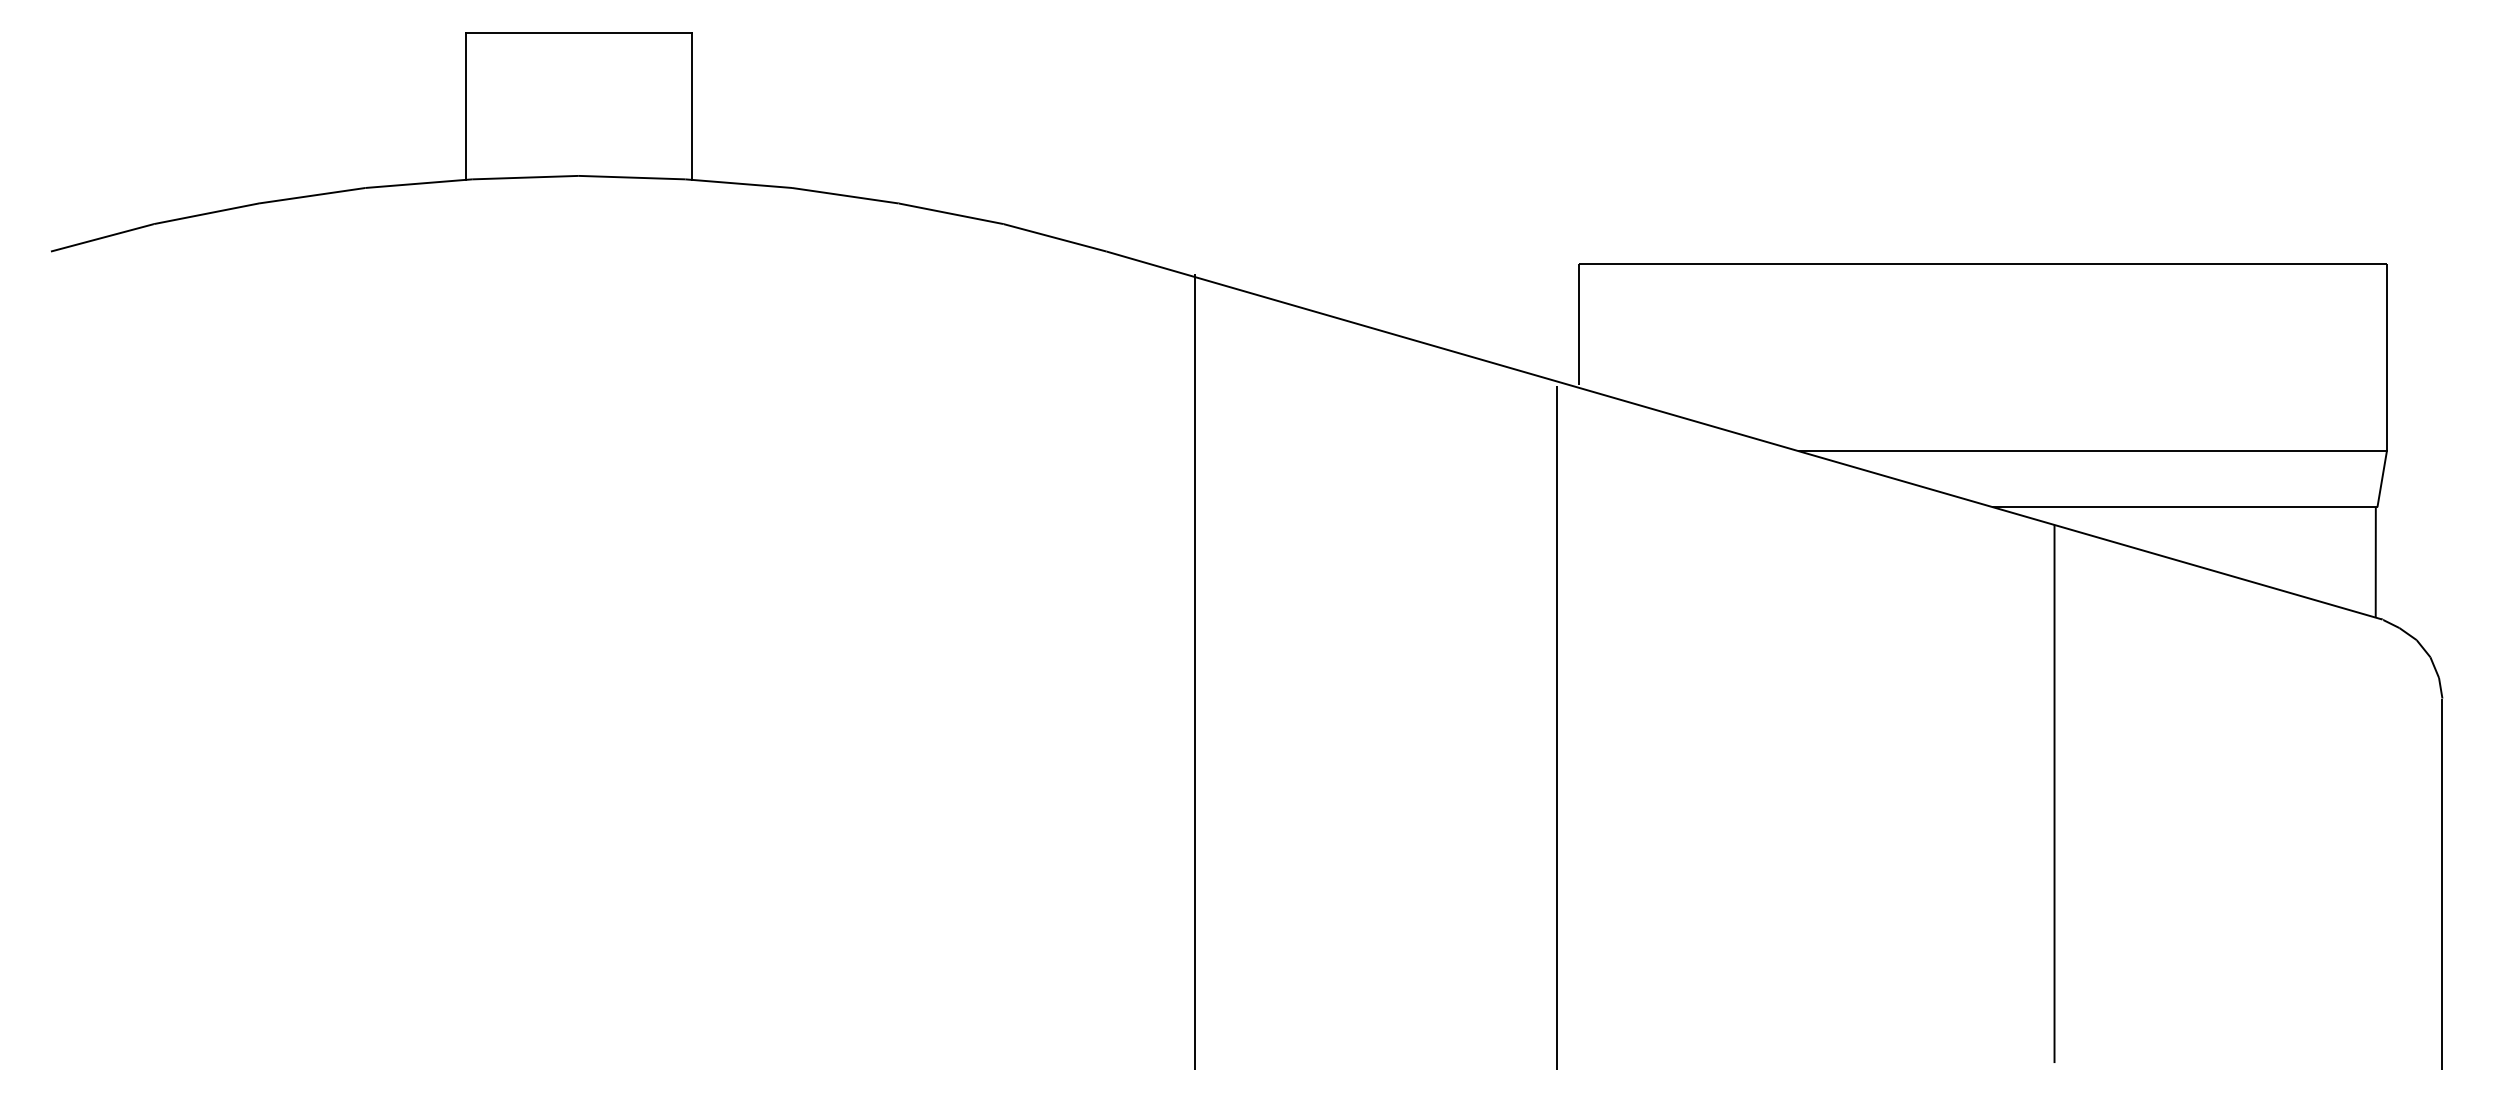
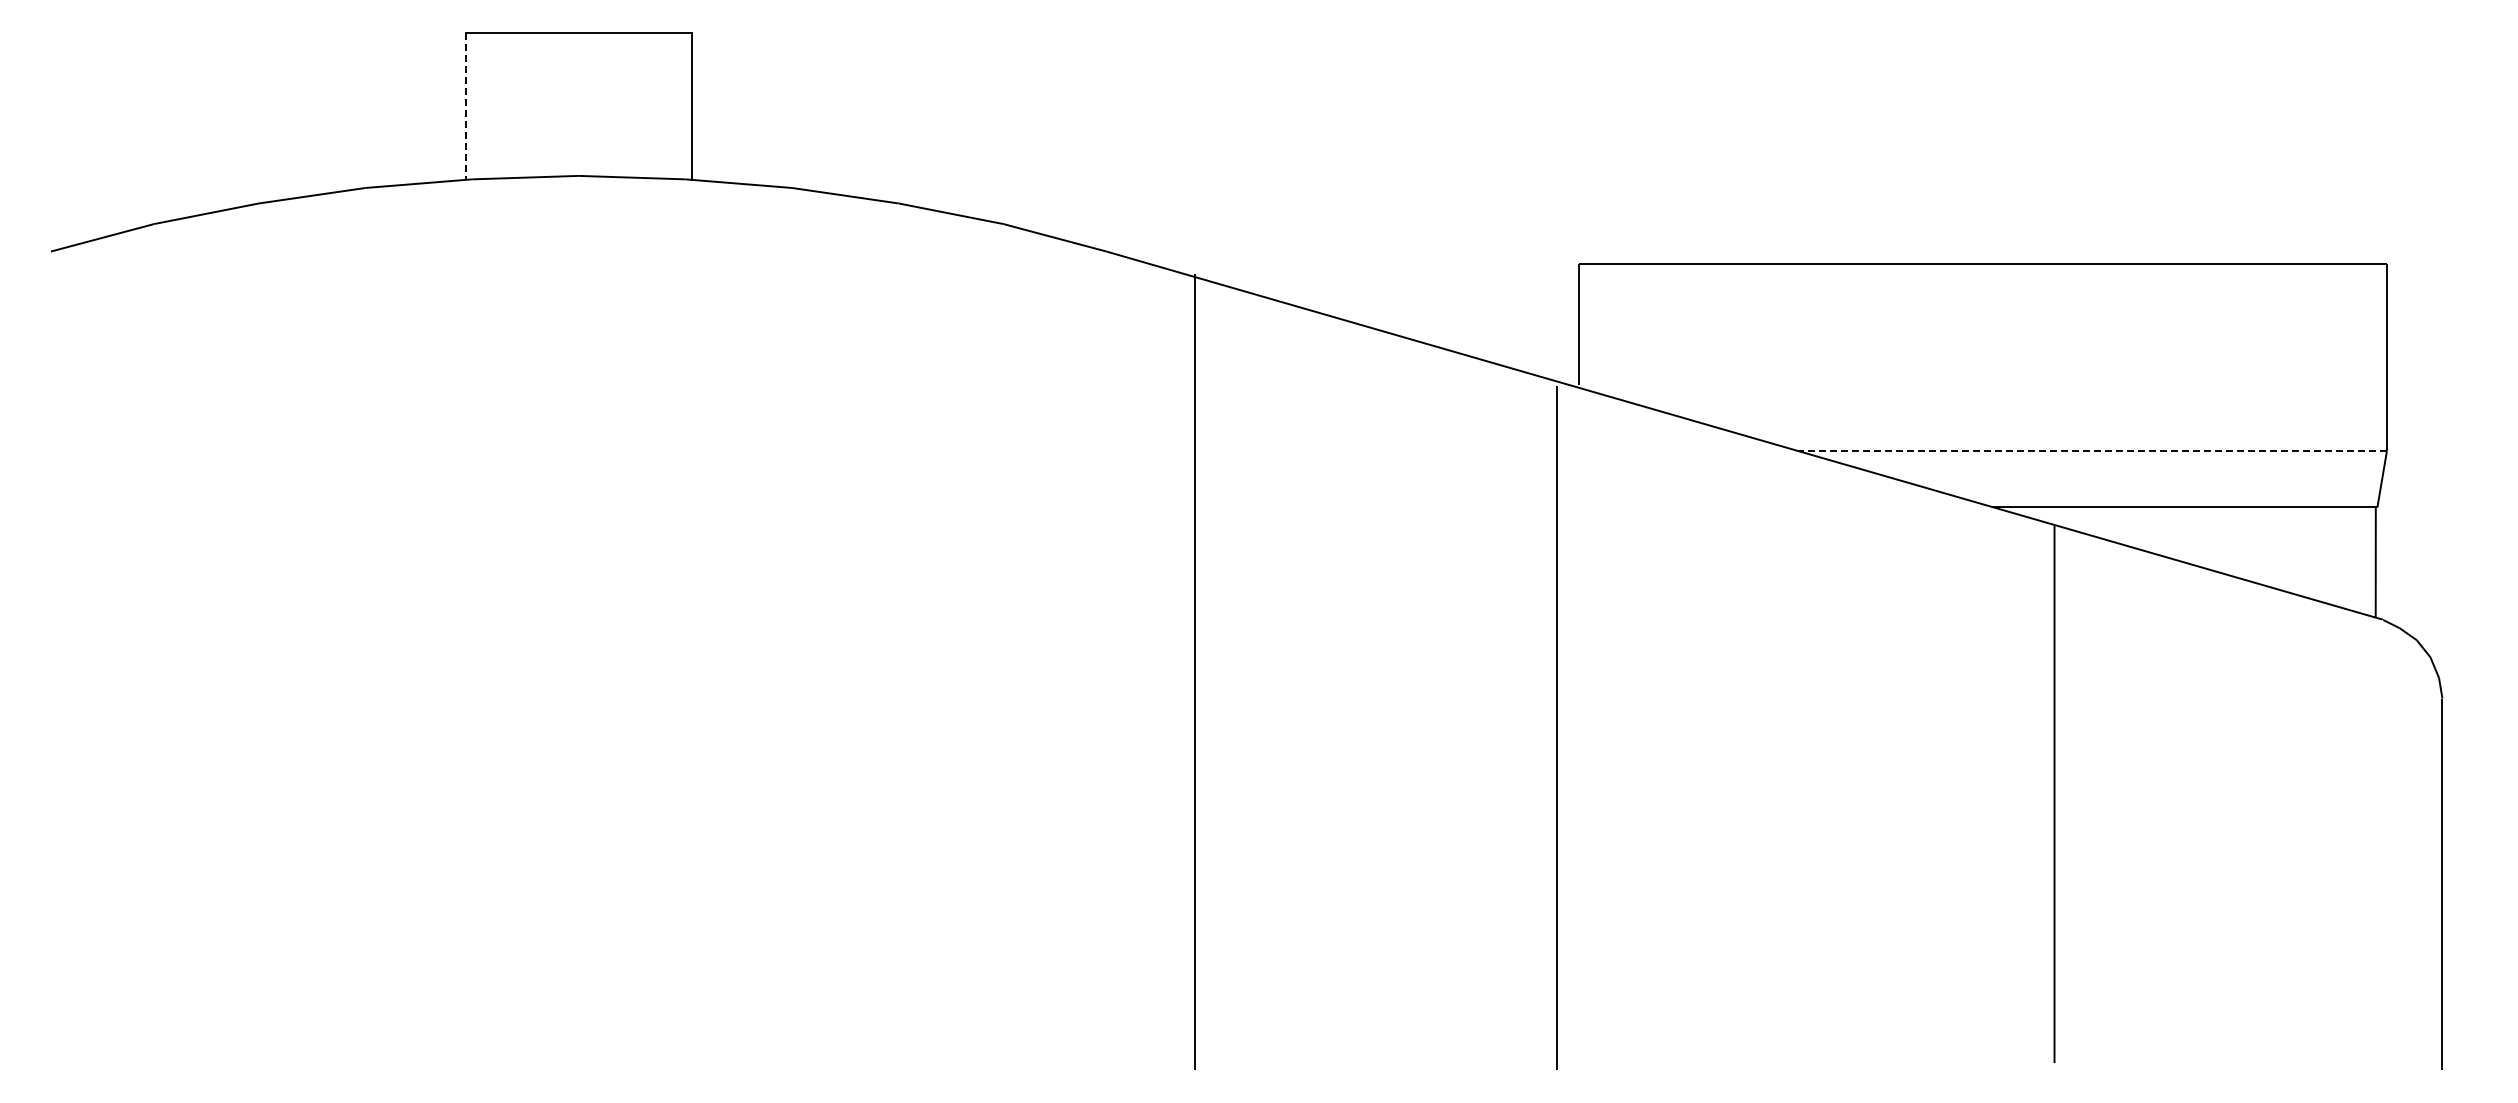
line at (465, 106): solid -> dashed
line at (2093, 451): solid -> dashed
